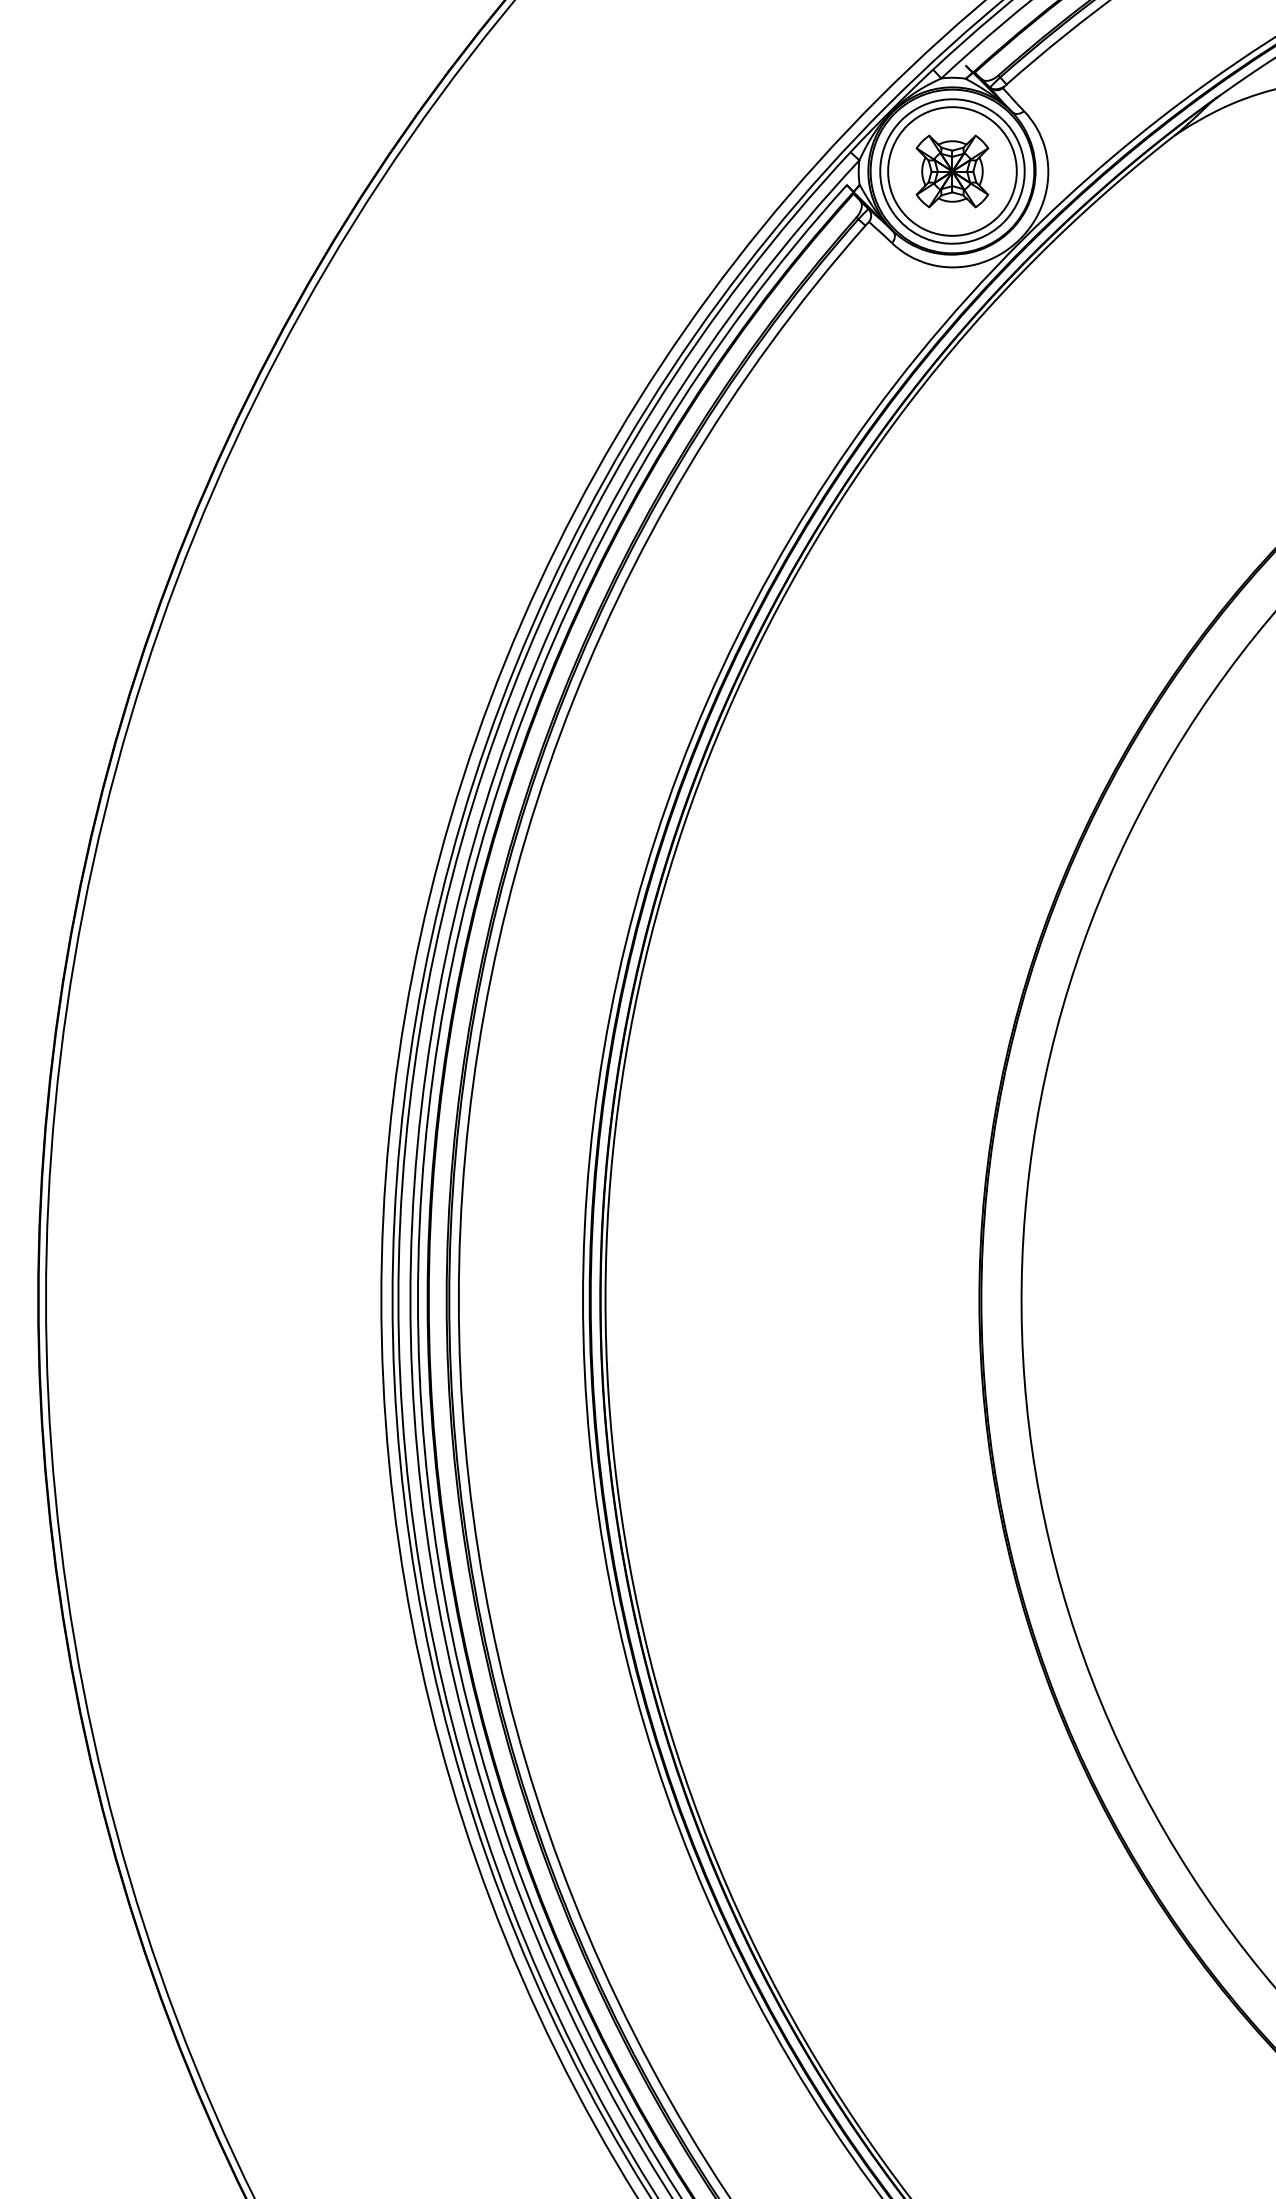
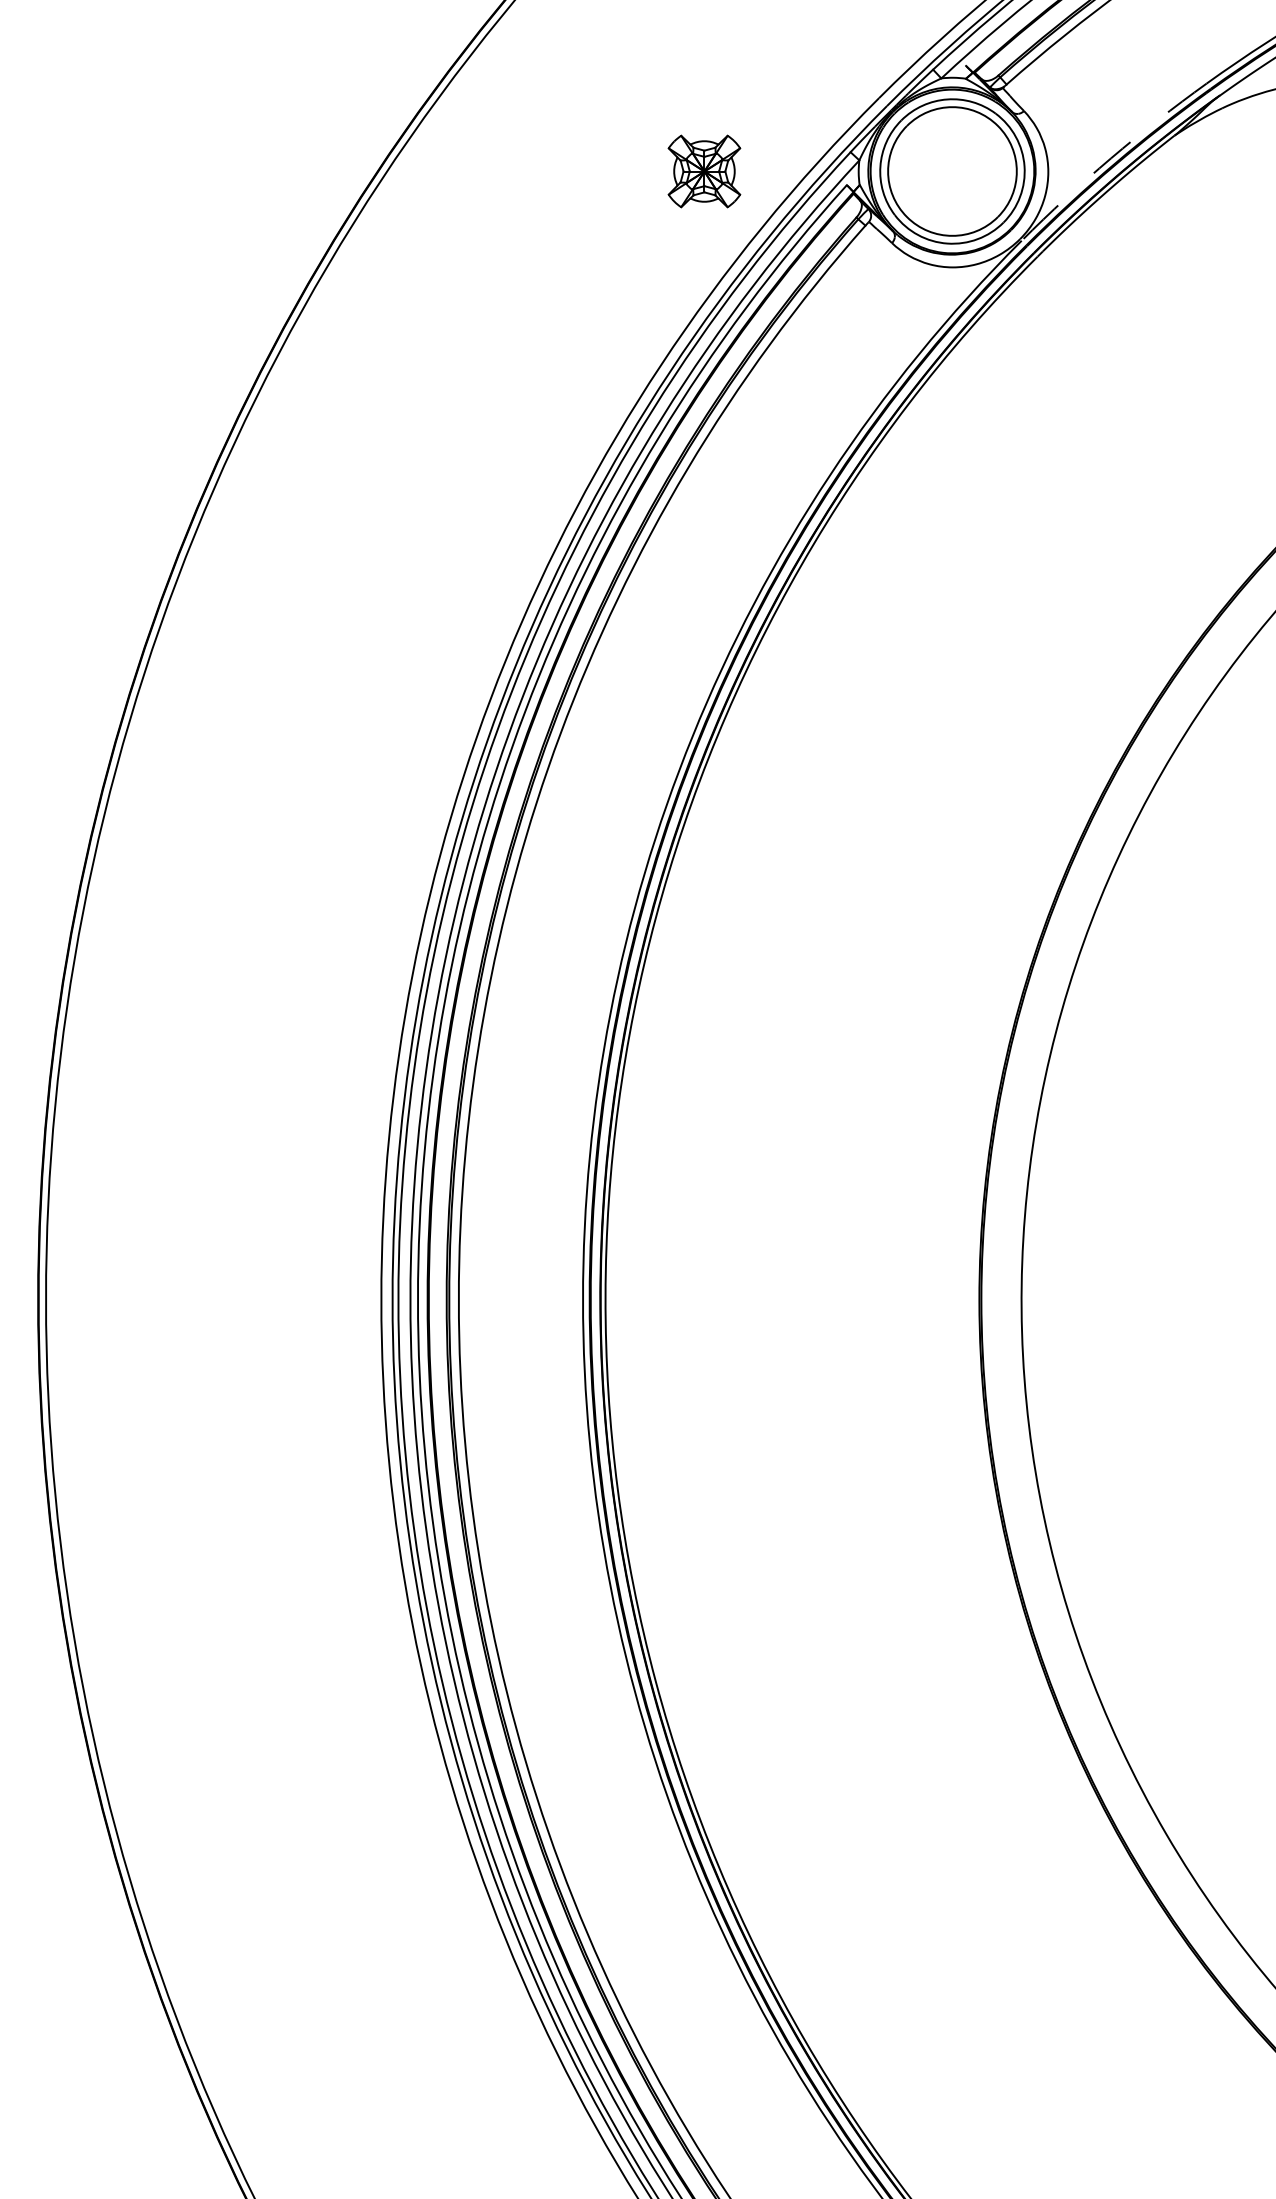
arc at (1111, 158): solid -> dashed
part at (952, 171) position: (952, 171) -> (704, 171)
